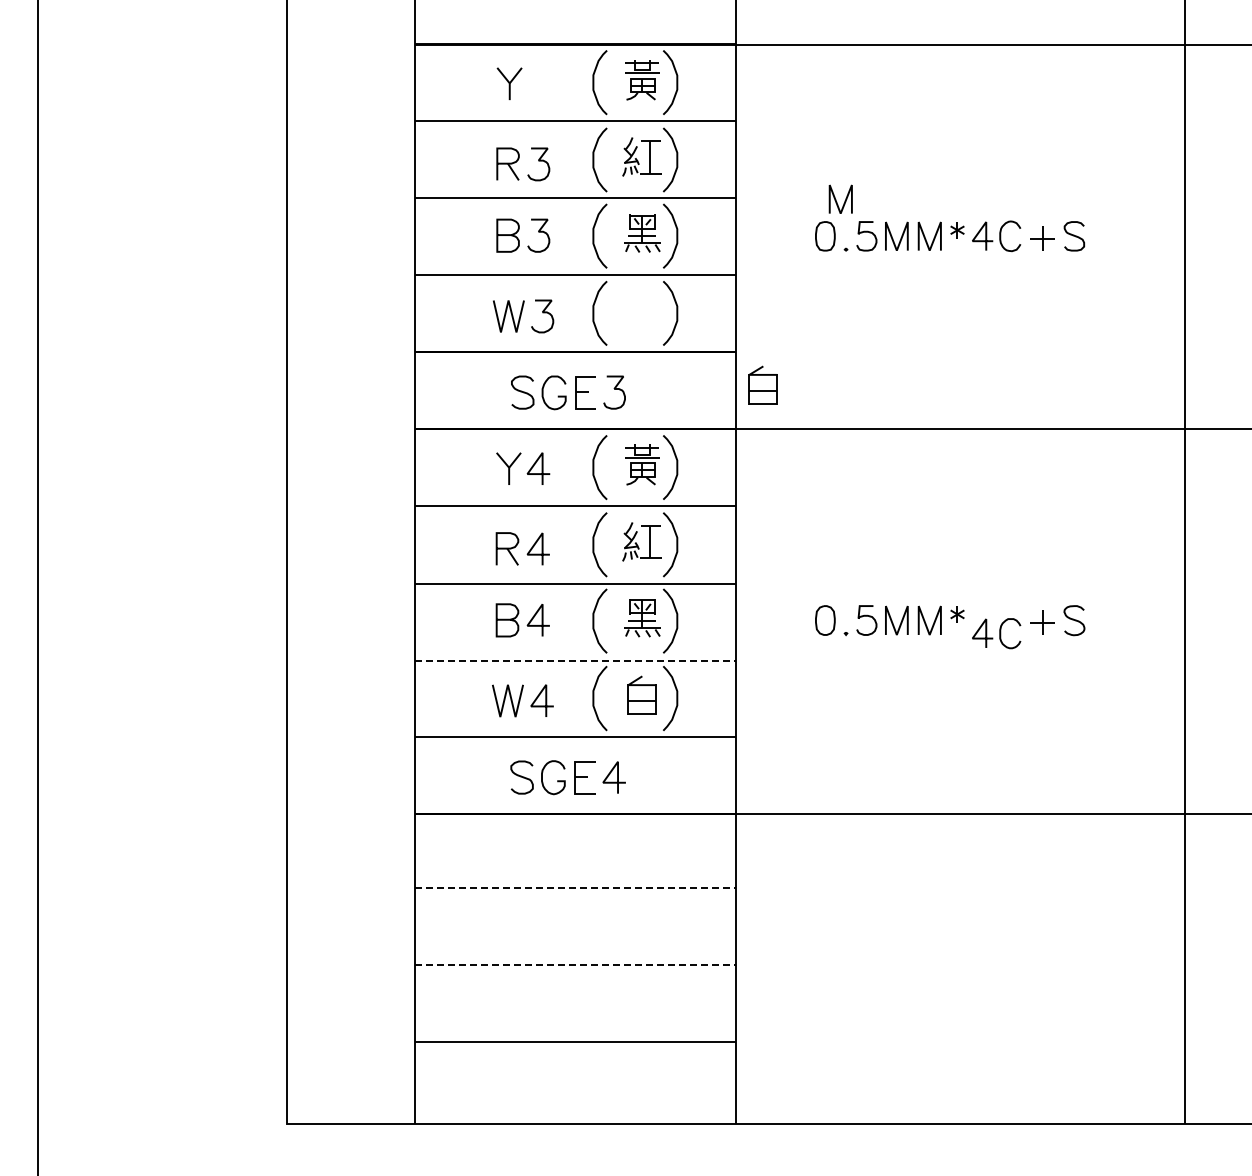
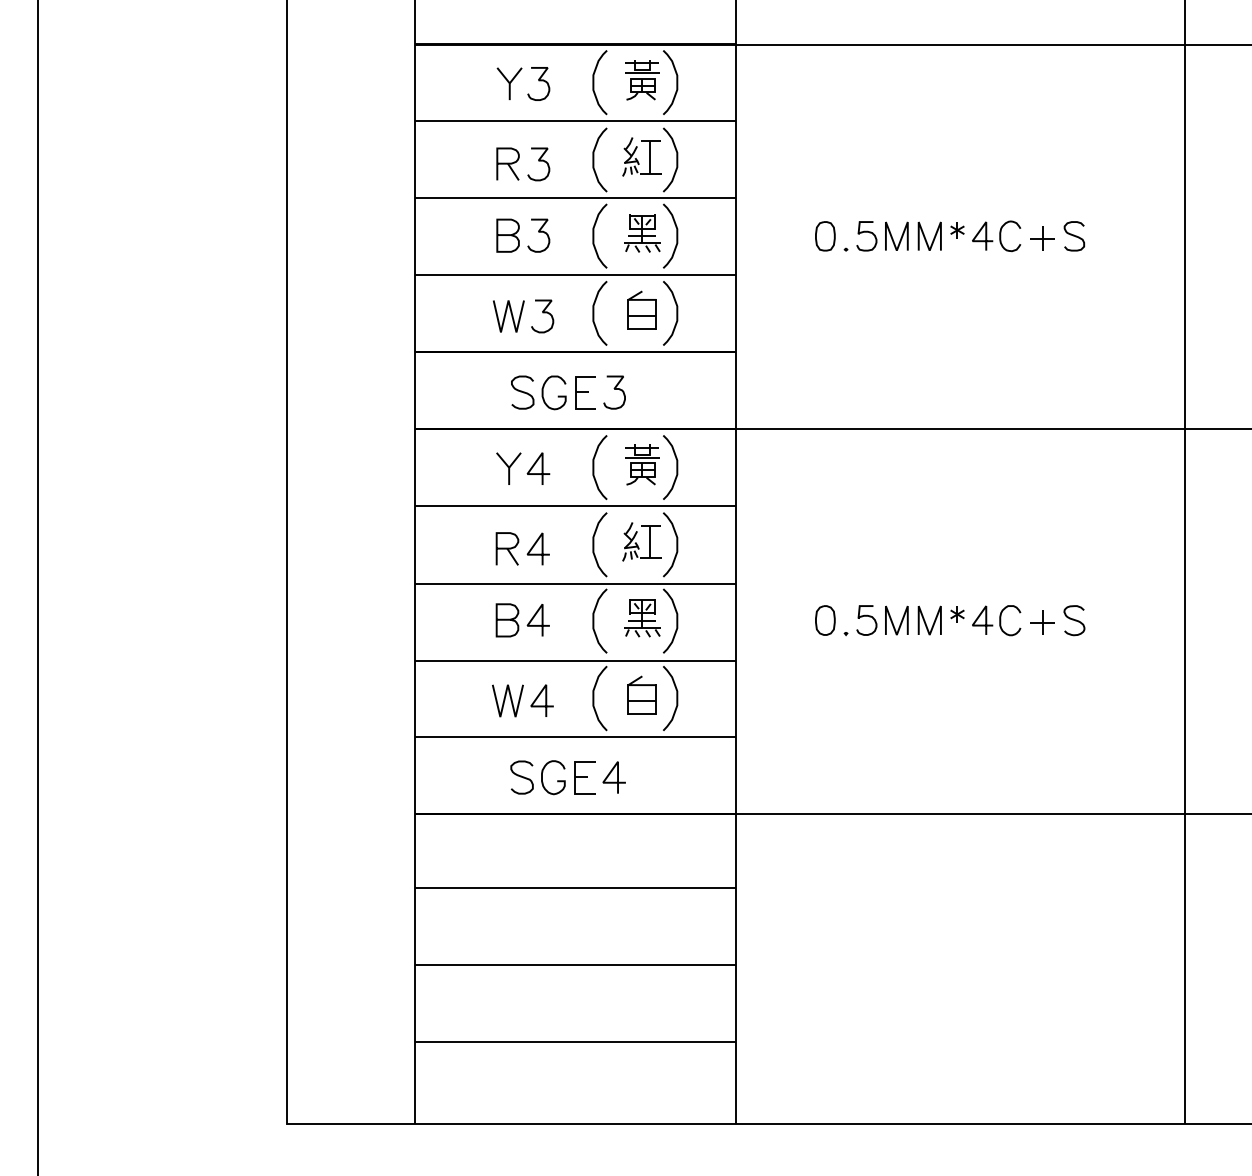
curve at (538, 81): none -> present
line at (836, 199): present -> none
part at (762, 384) position: (762, 384) -> (641, 309)
part at (996, 633) position: (996, 633) -> (996, 620)
line at (575, 660): dashed -> solid
line at (575, 888): dashed -> solid
line at (575, 965): dashed -> solid
